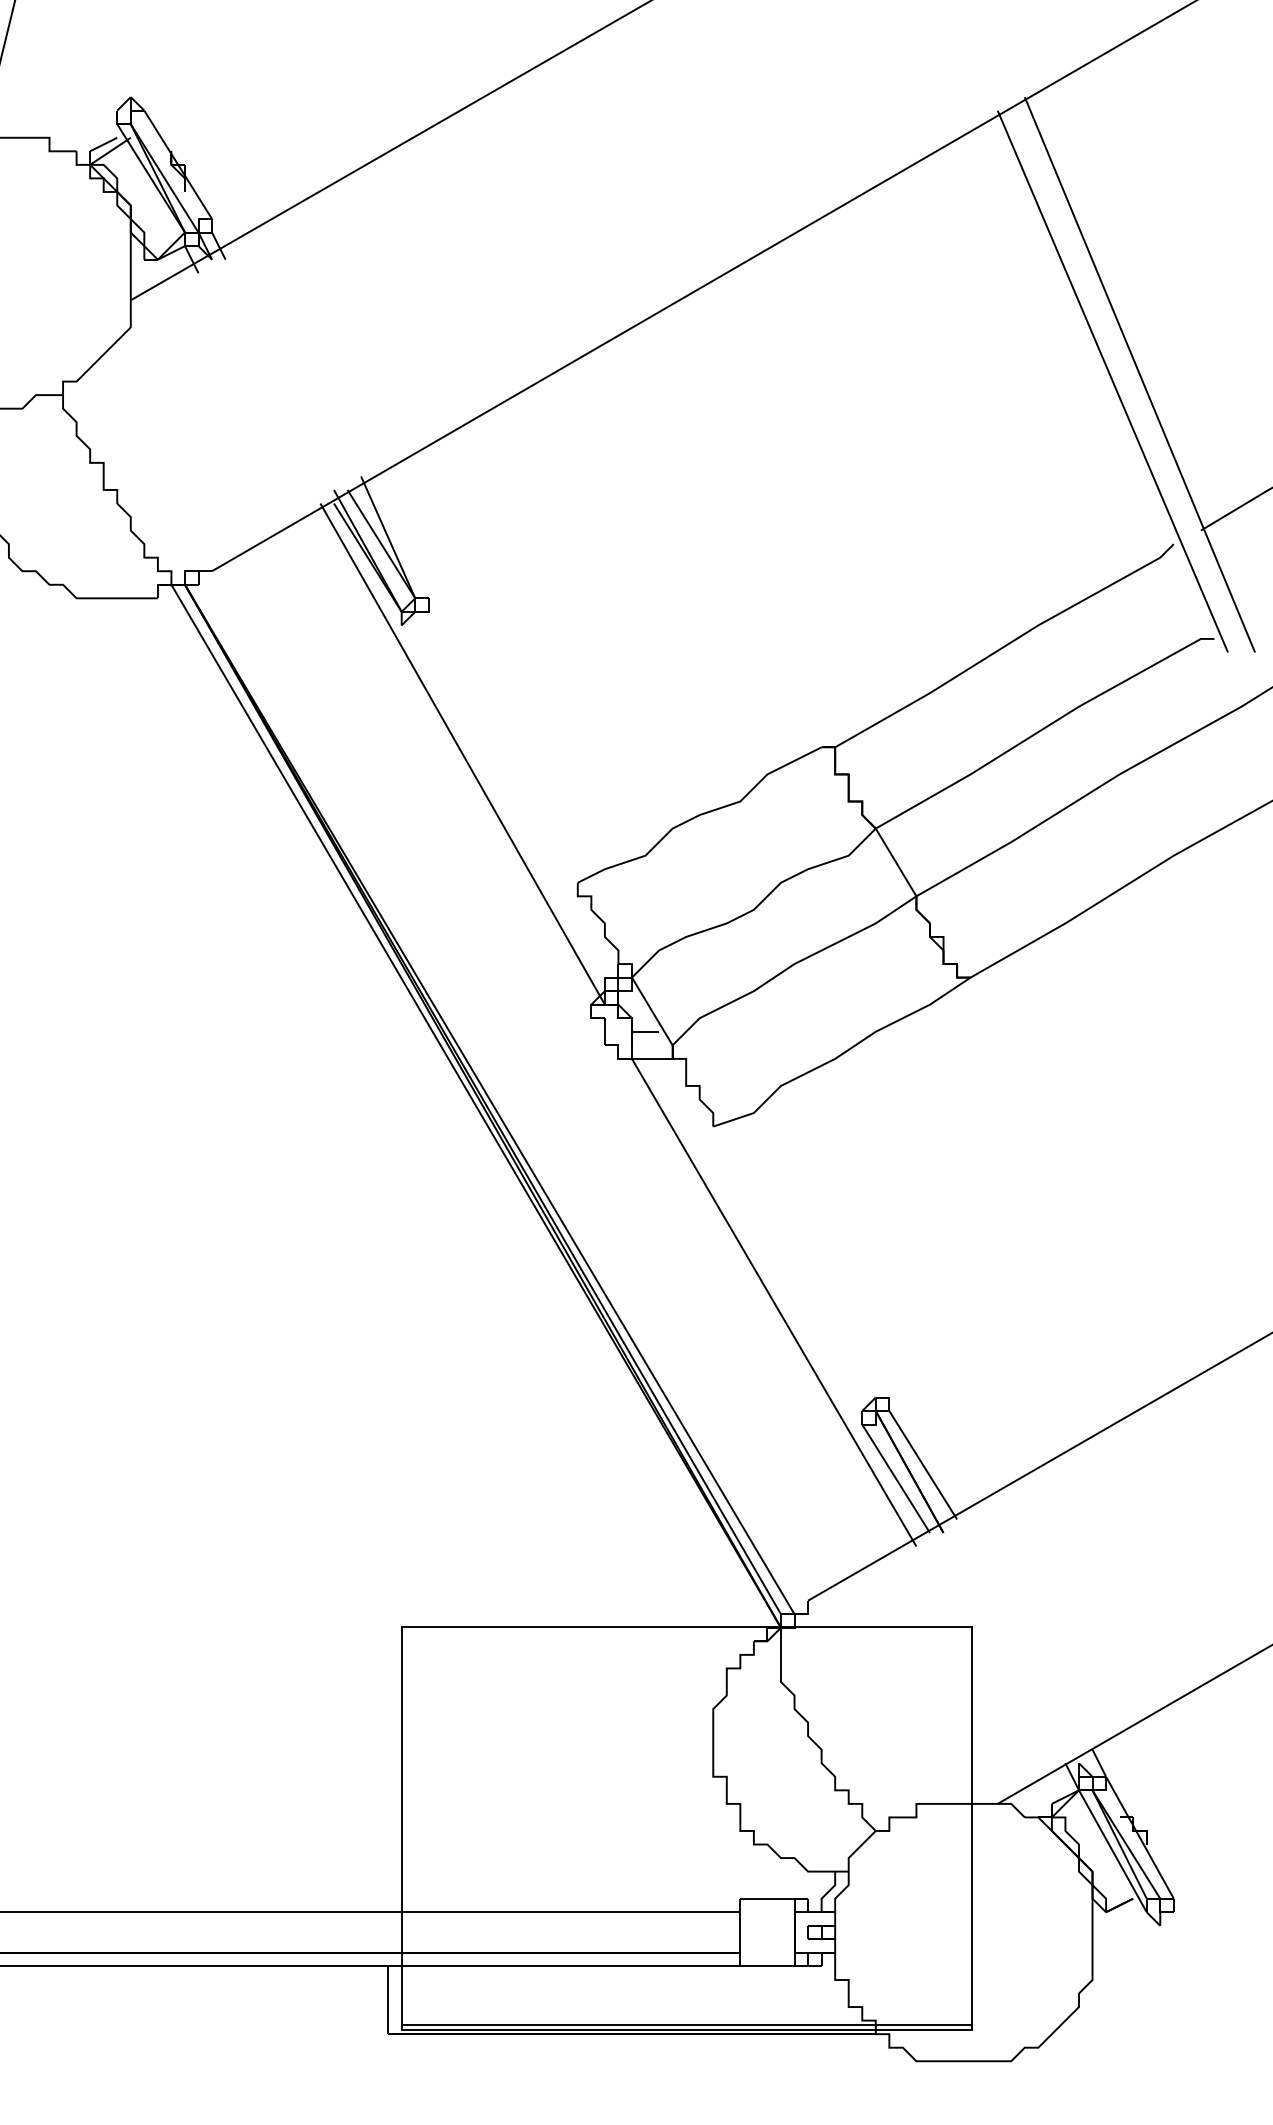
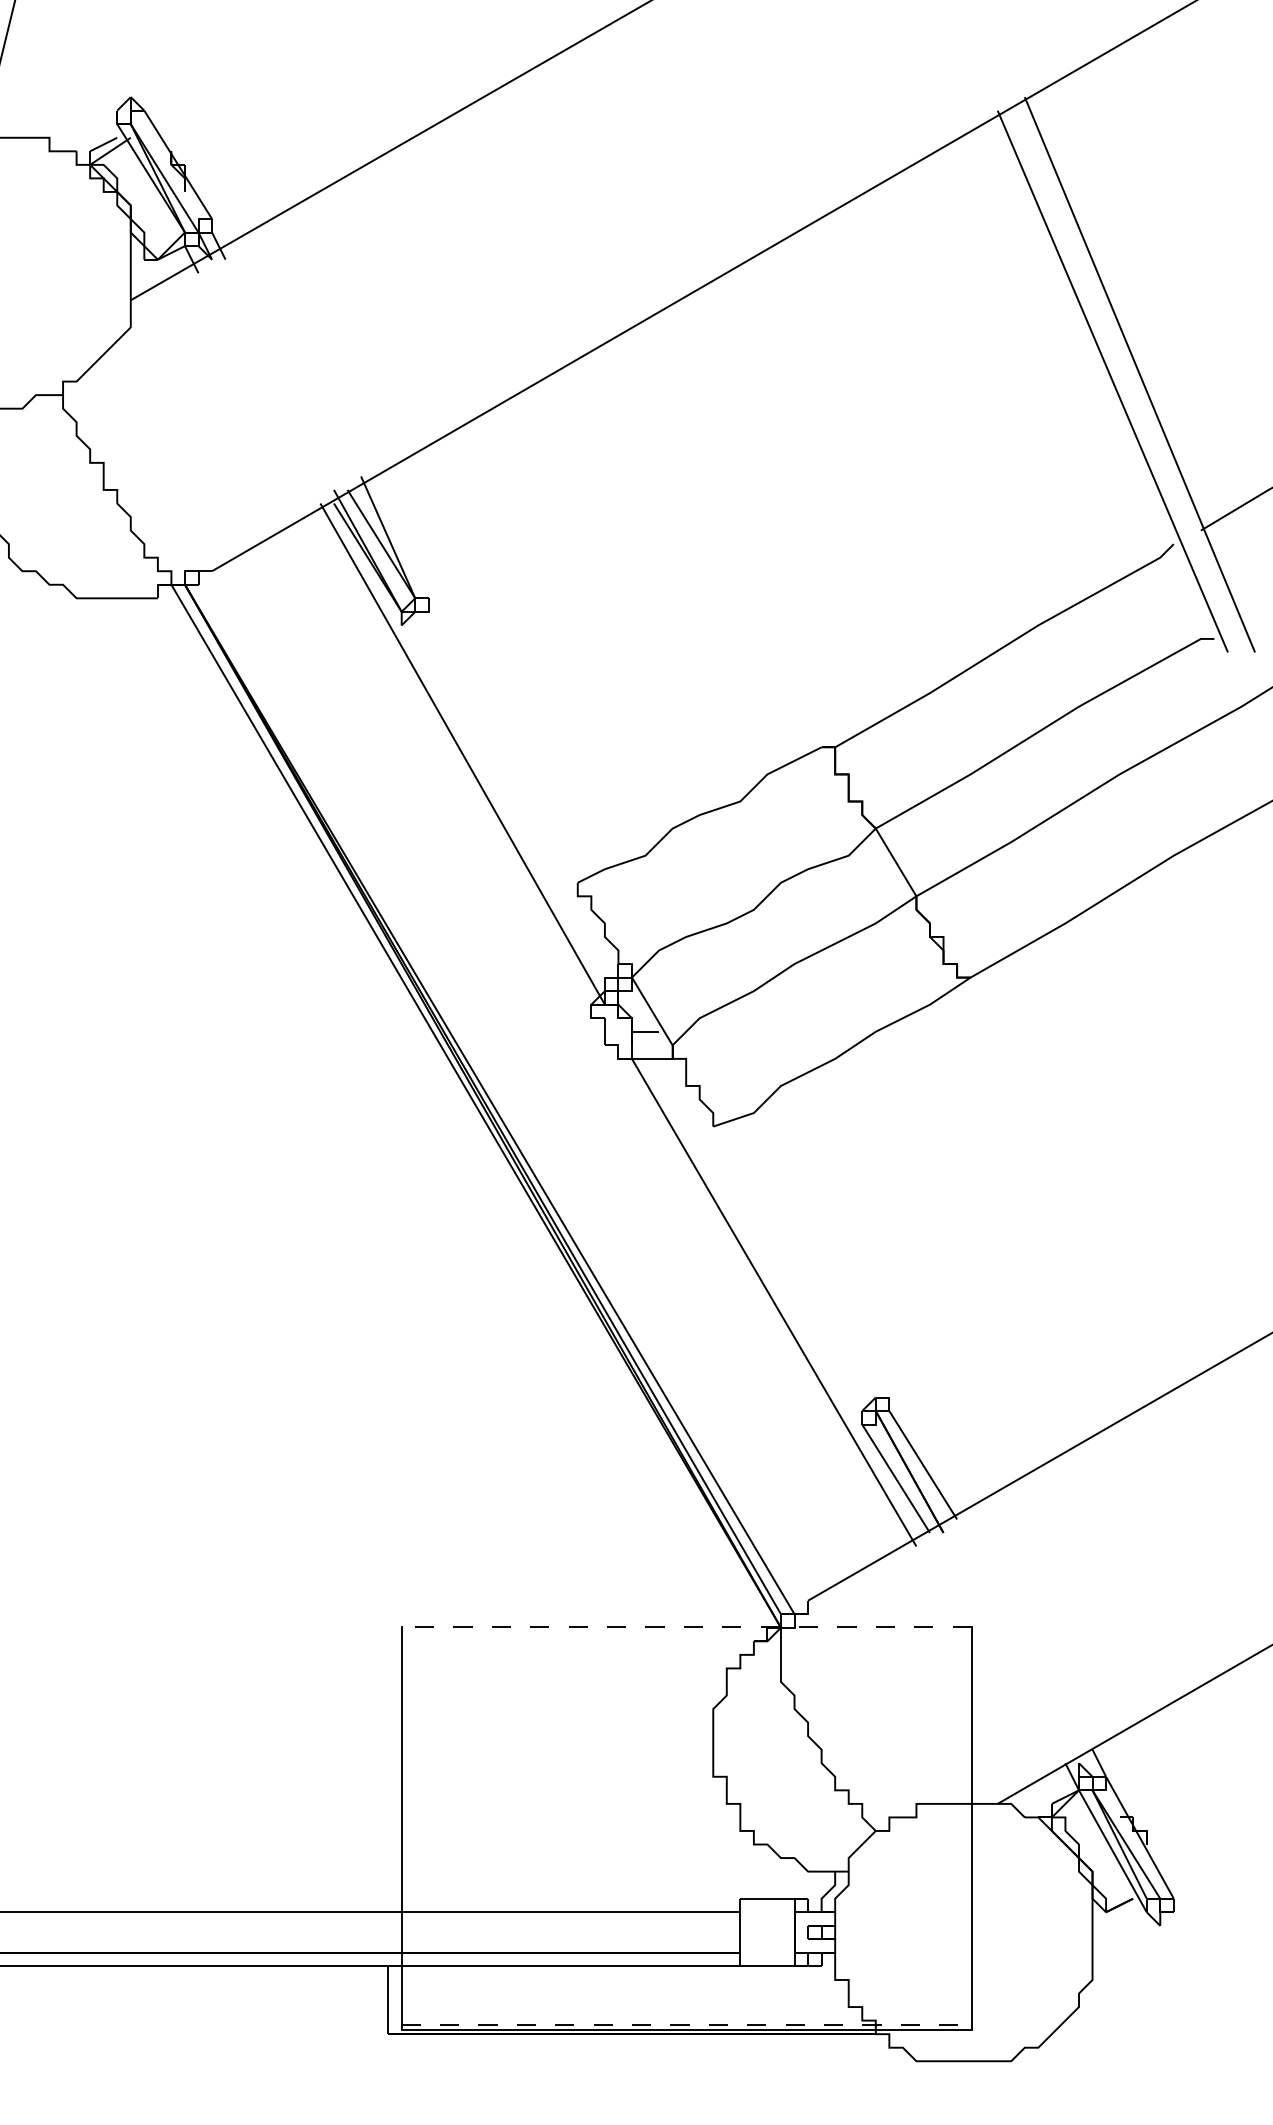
line at (686, 1626): solid -> dashed
line at (687, 2025): solid -> dashed
